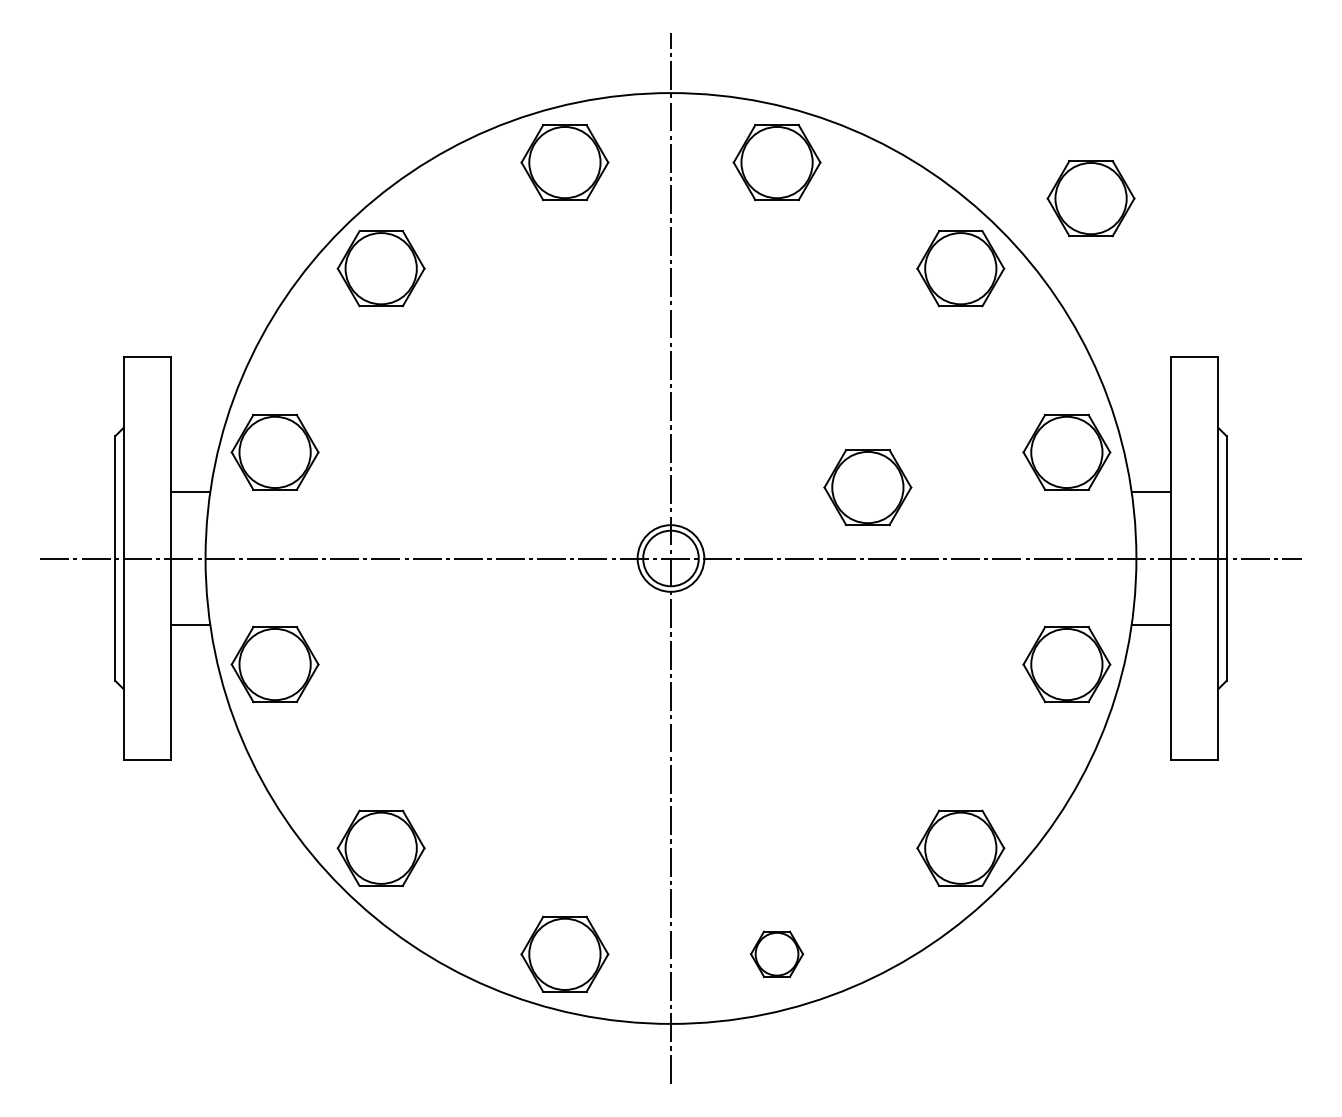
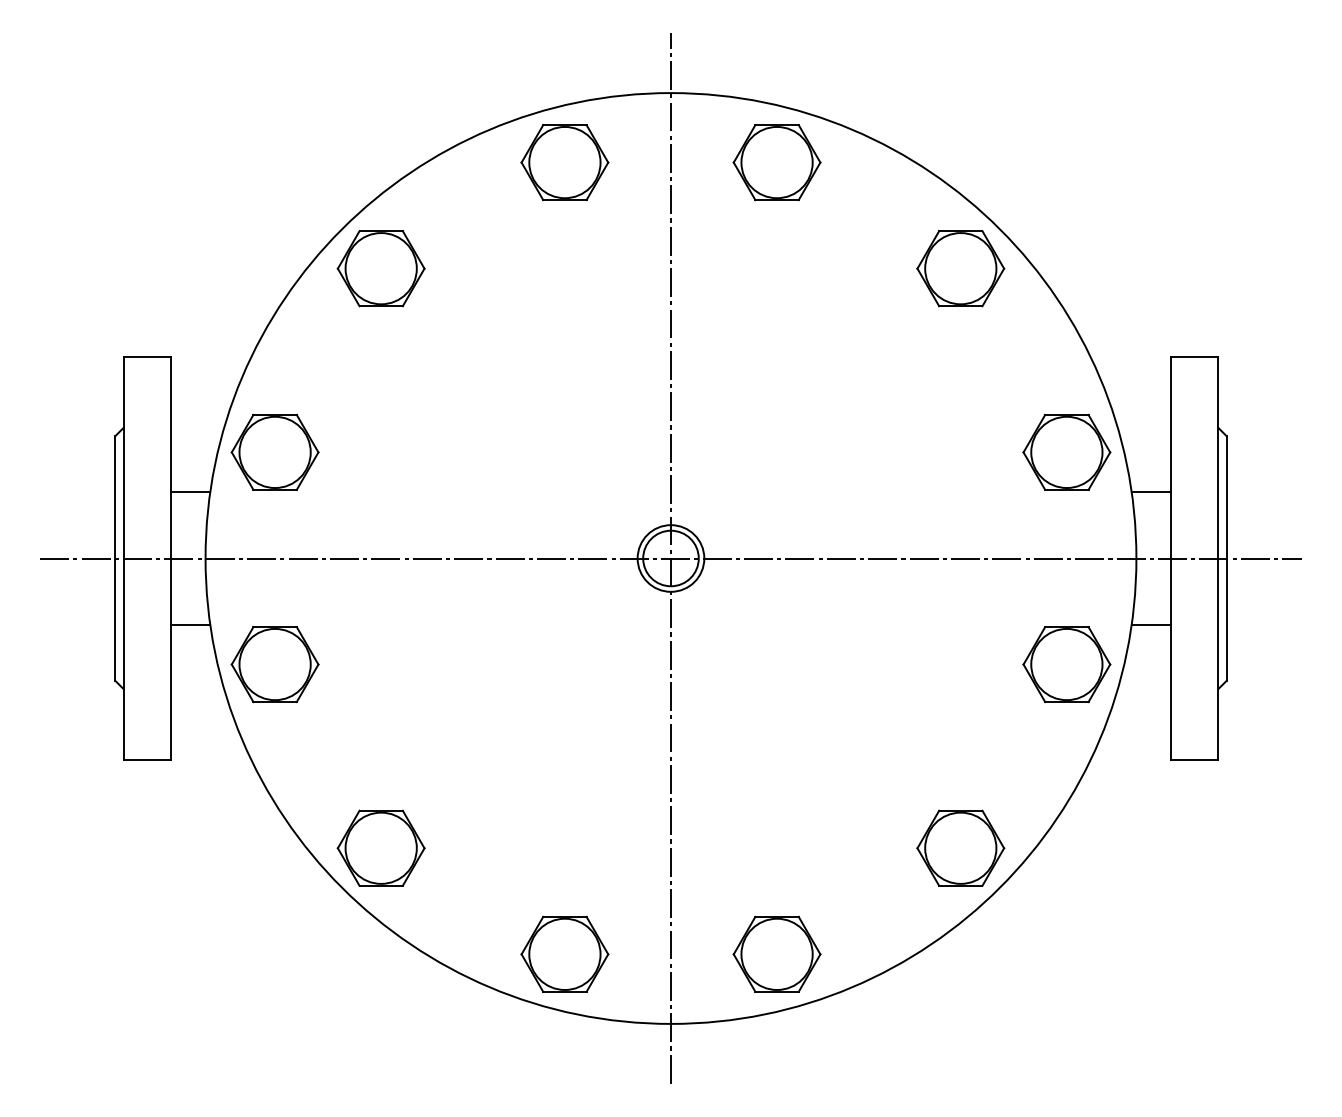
part at (1090, 198): present -> none
part at (867, 487): present -> none
part at (777, 953) size: 55x48 px -> 90x78 px
